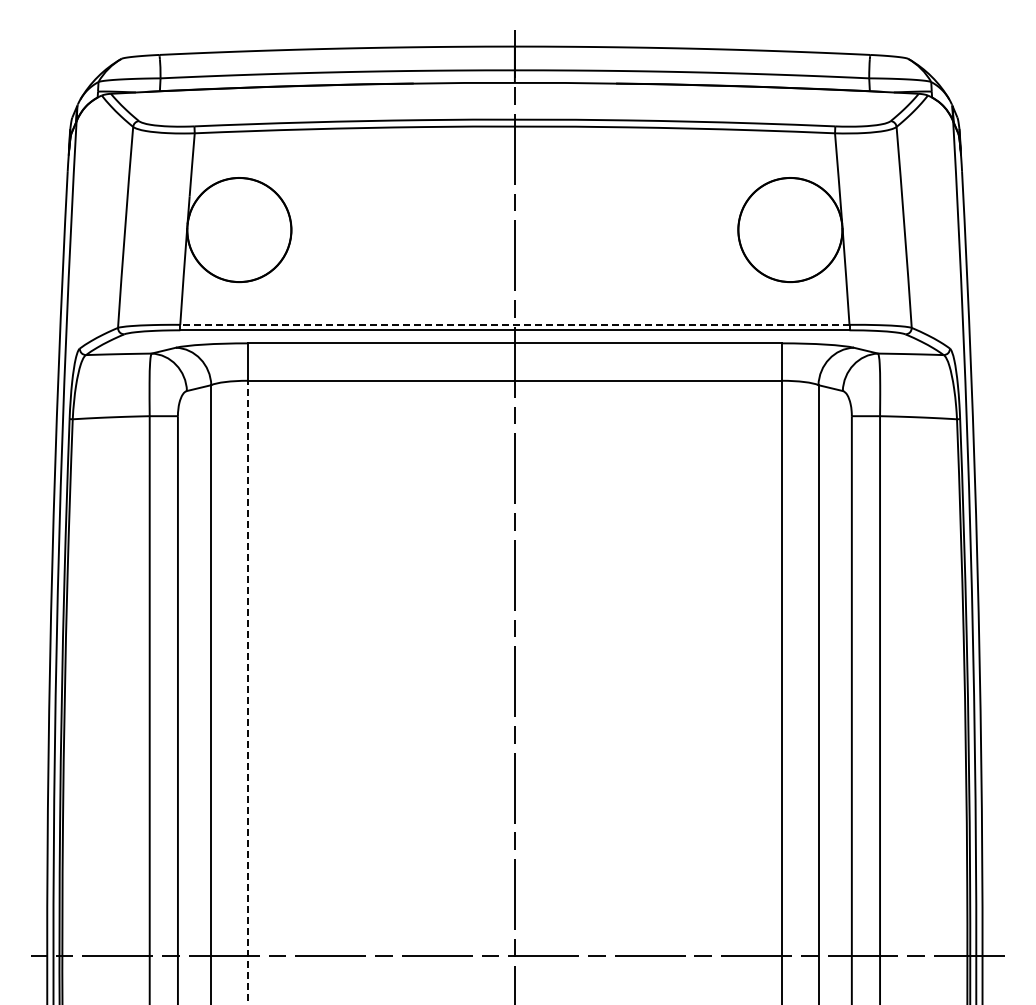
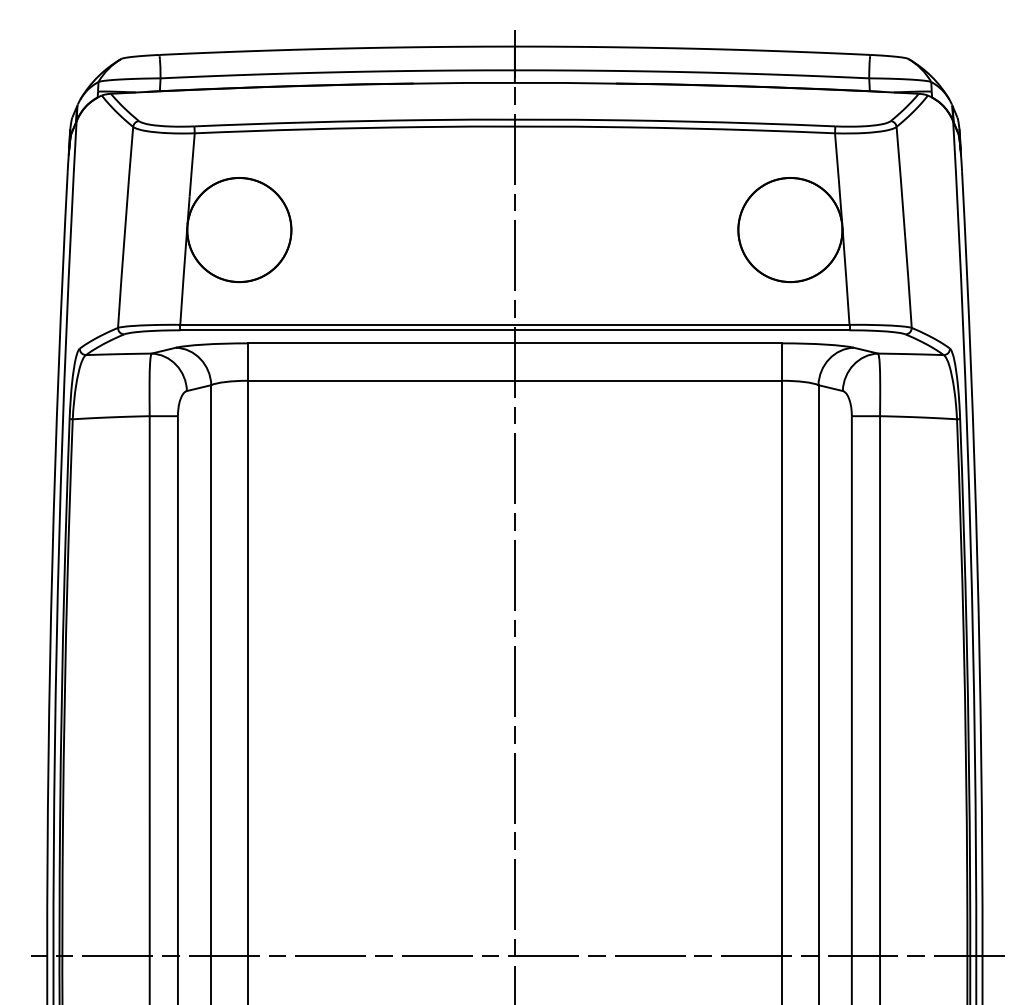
line at (514, 324): dashed -> solid
line at (247, 692): dashed -> solid
